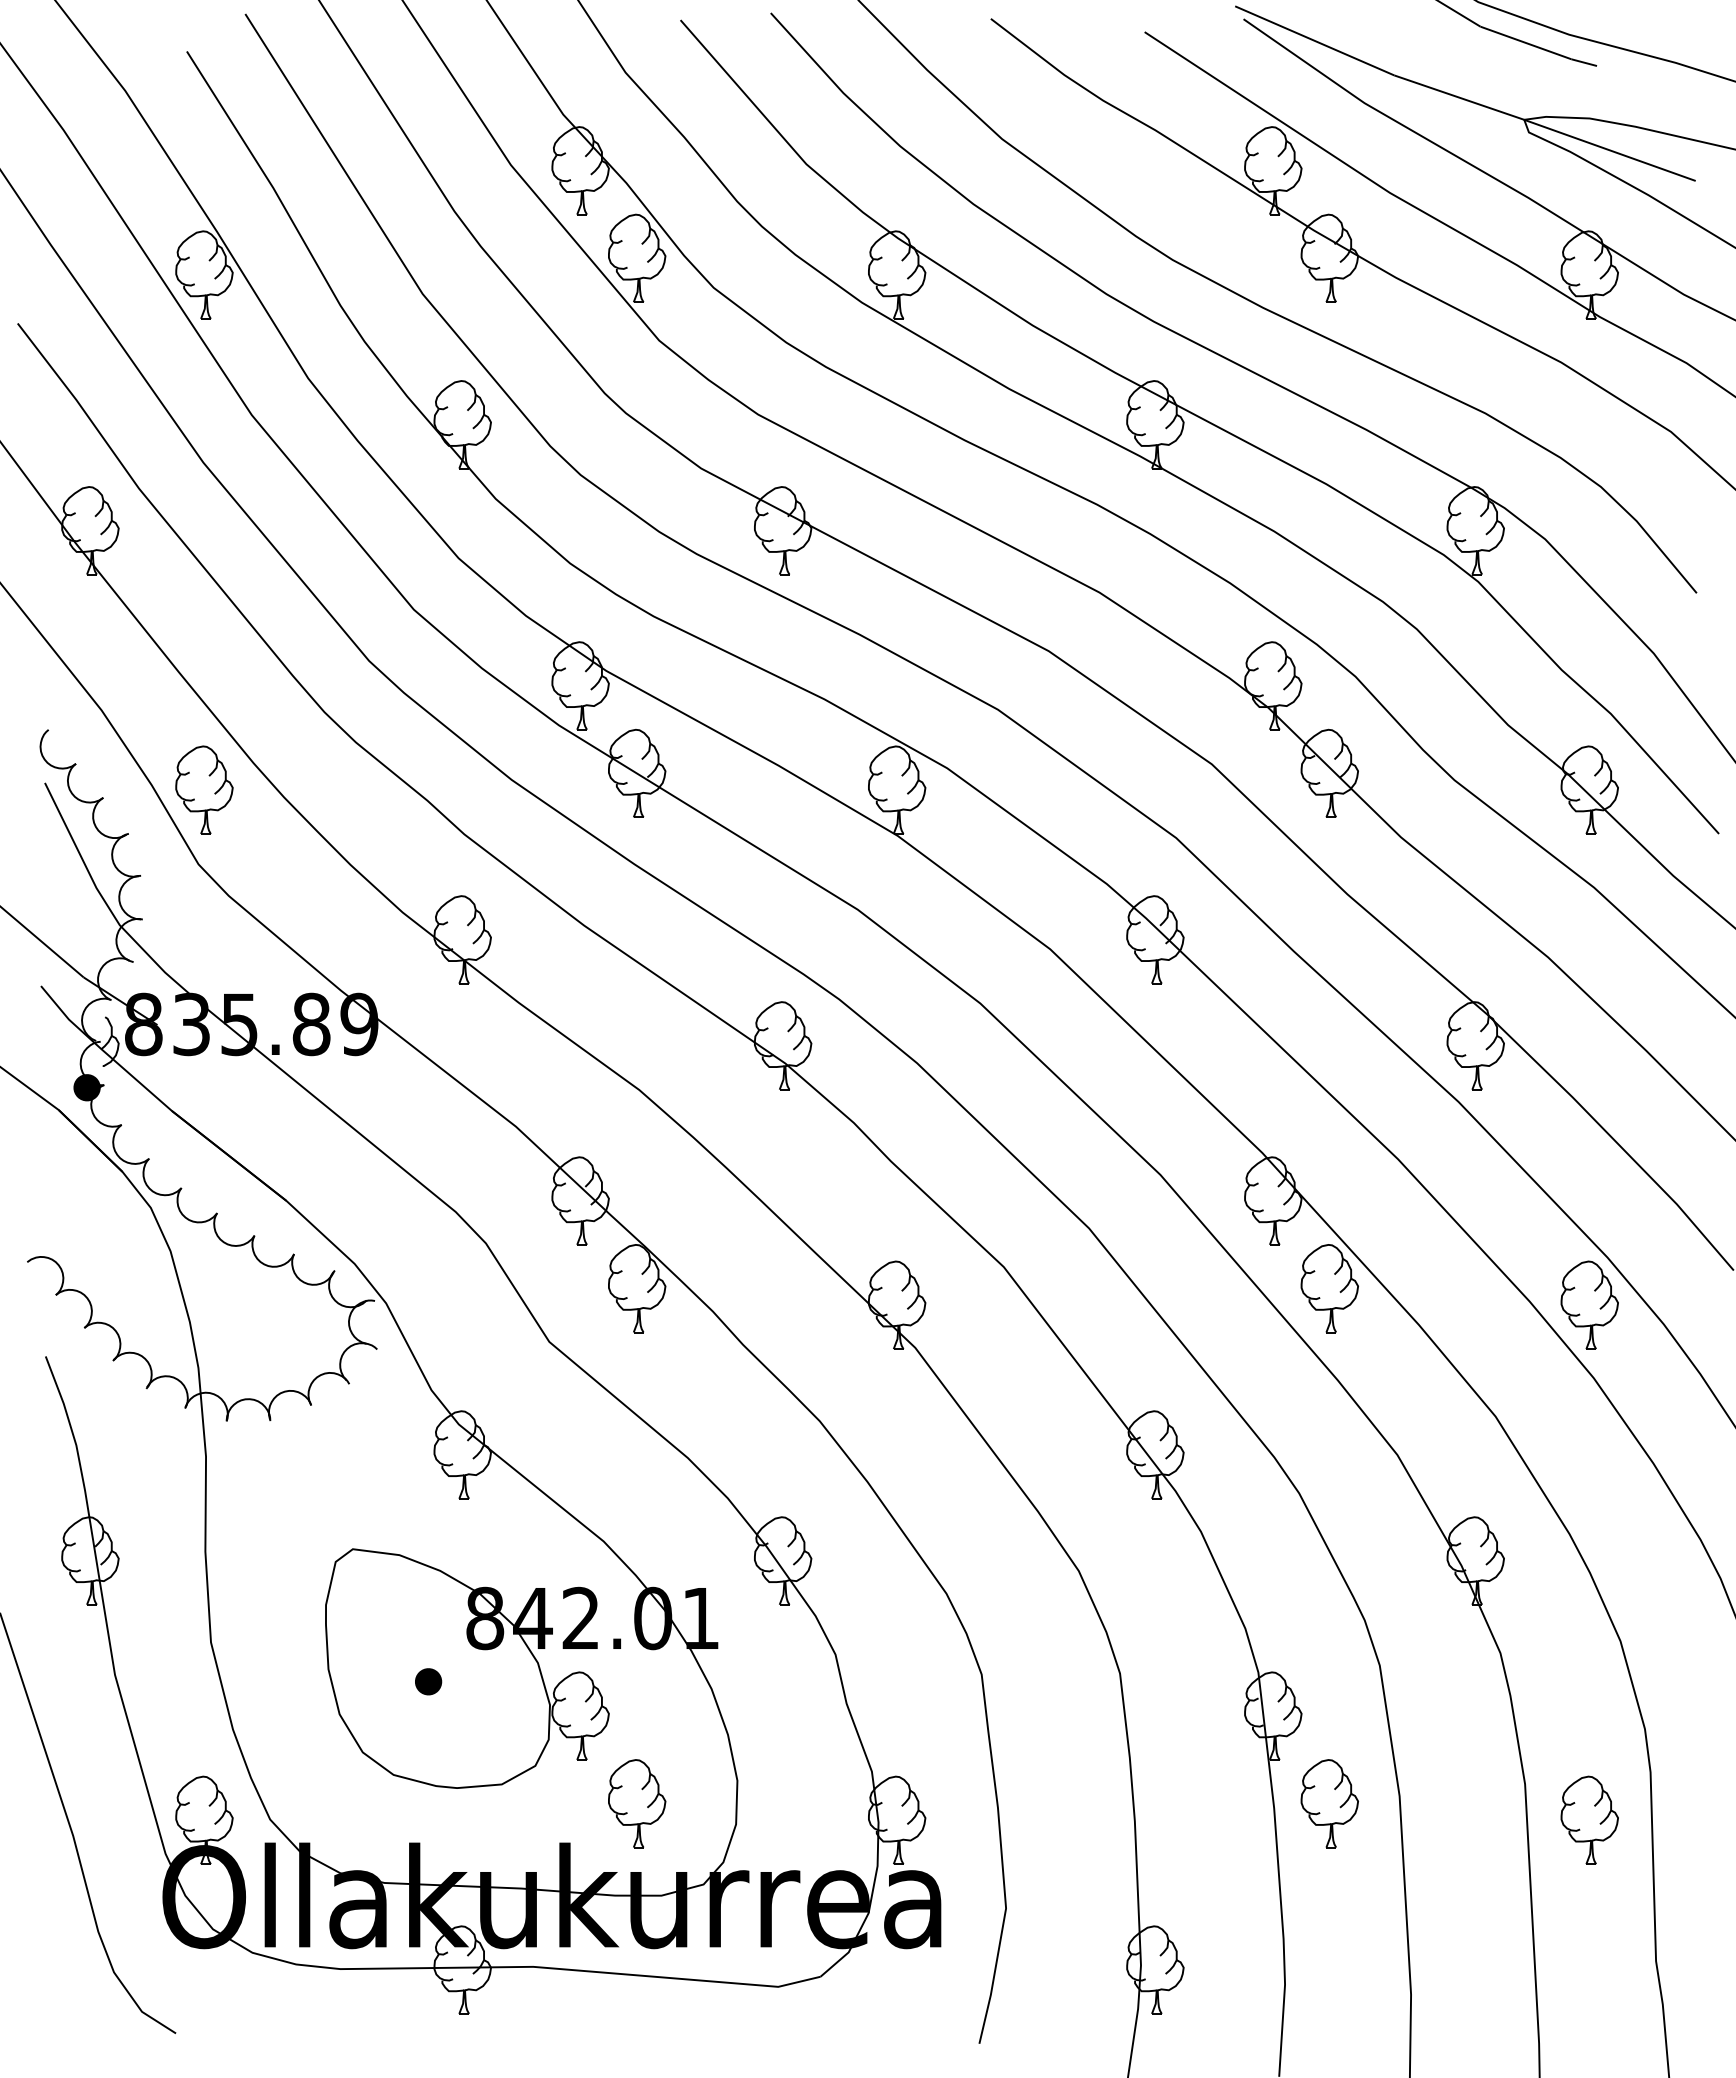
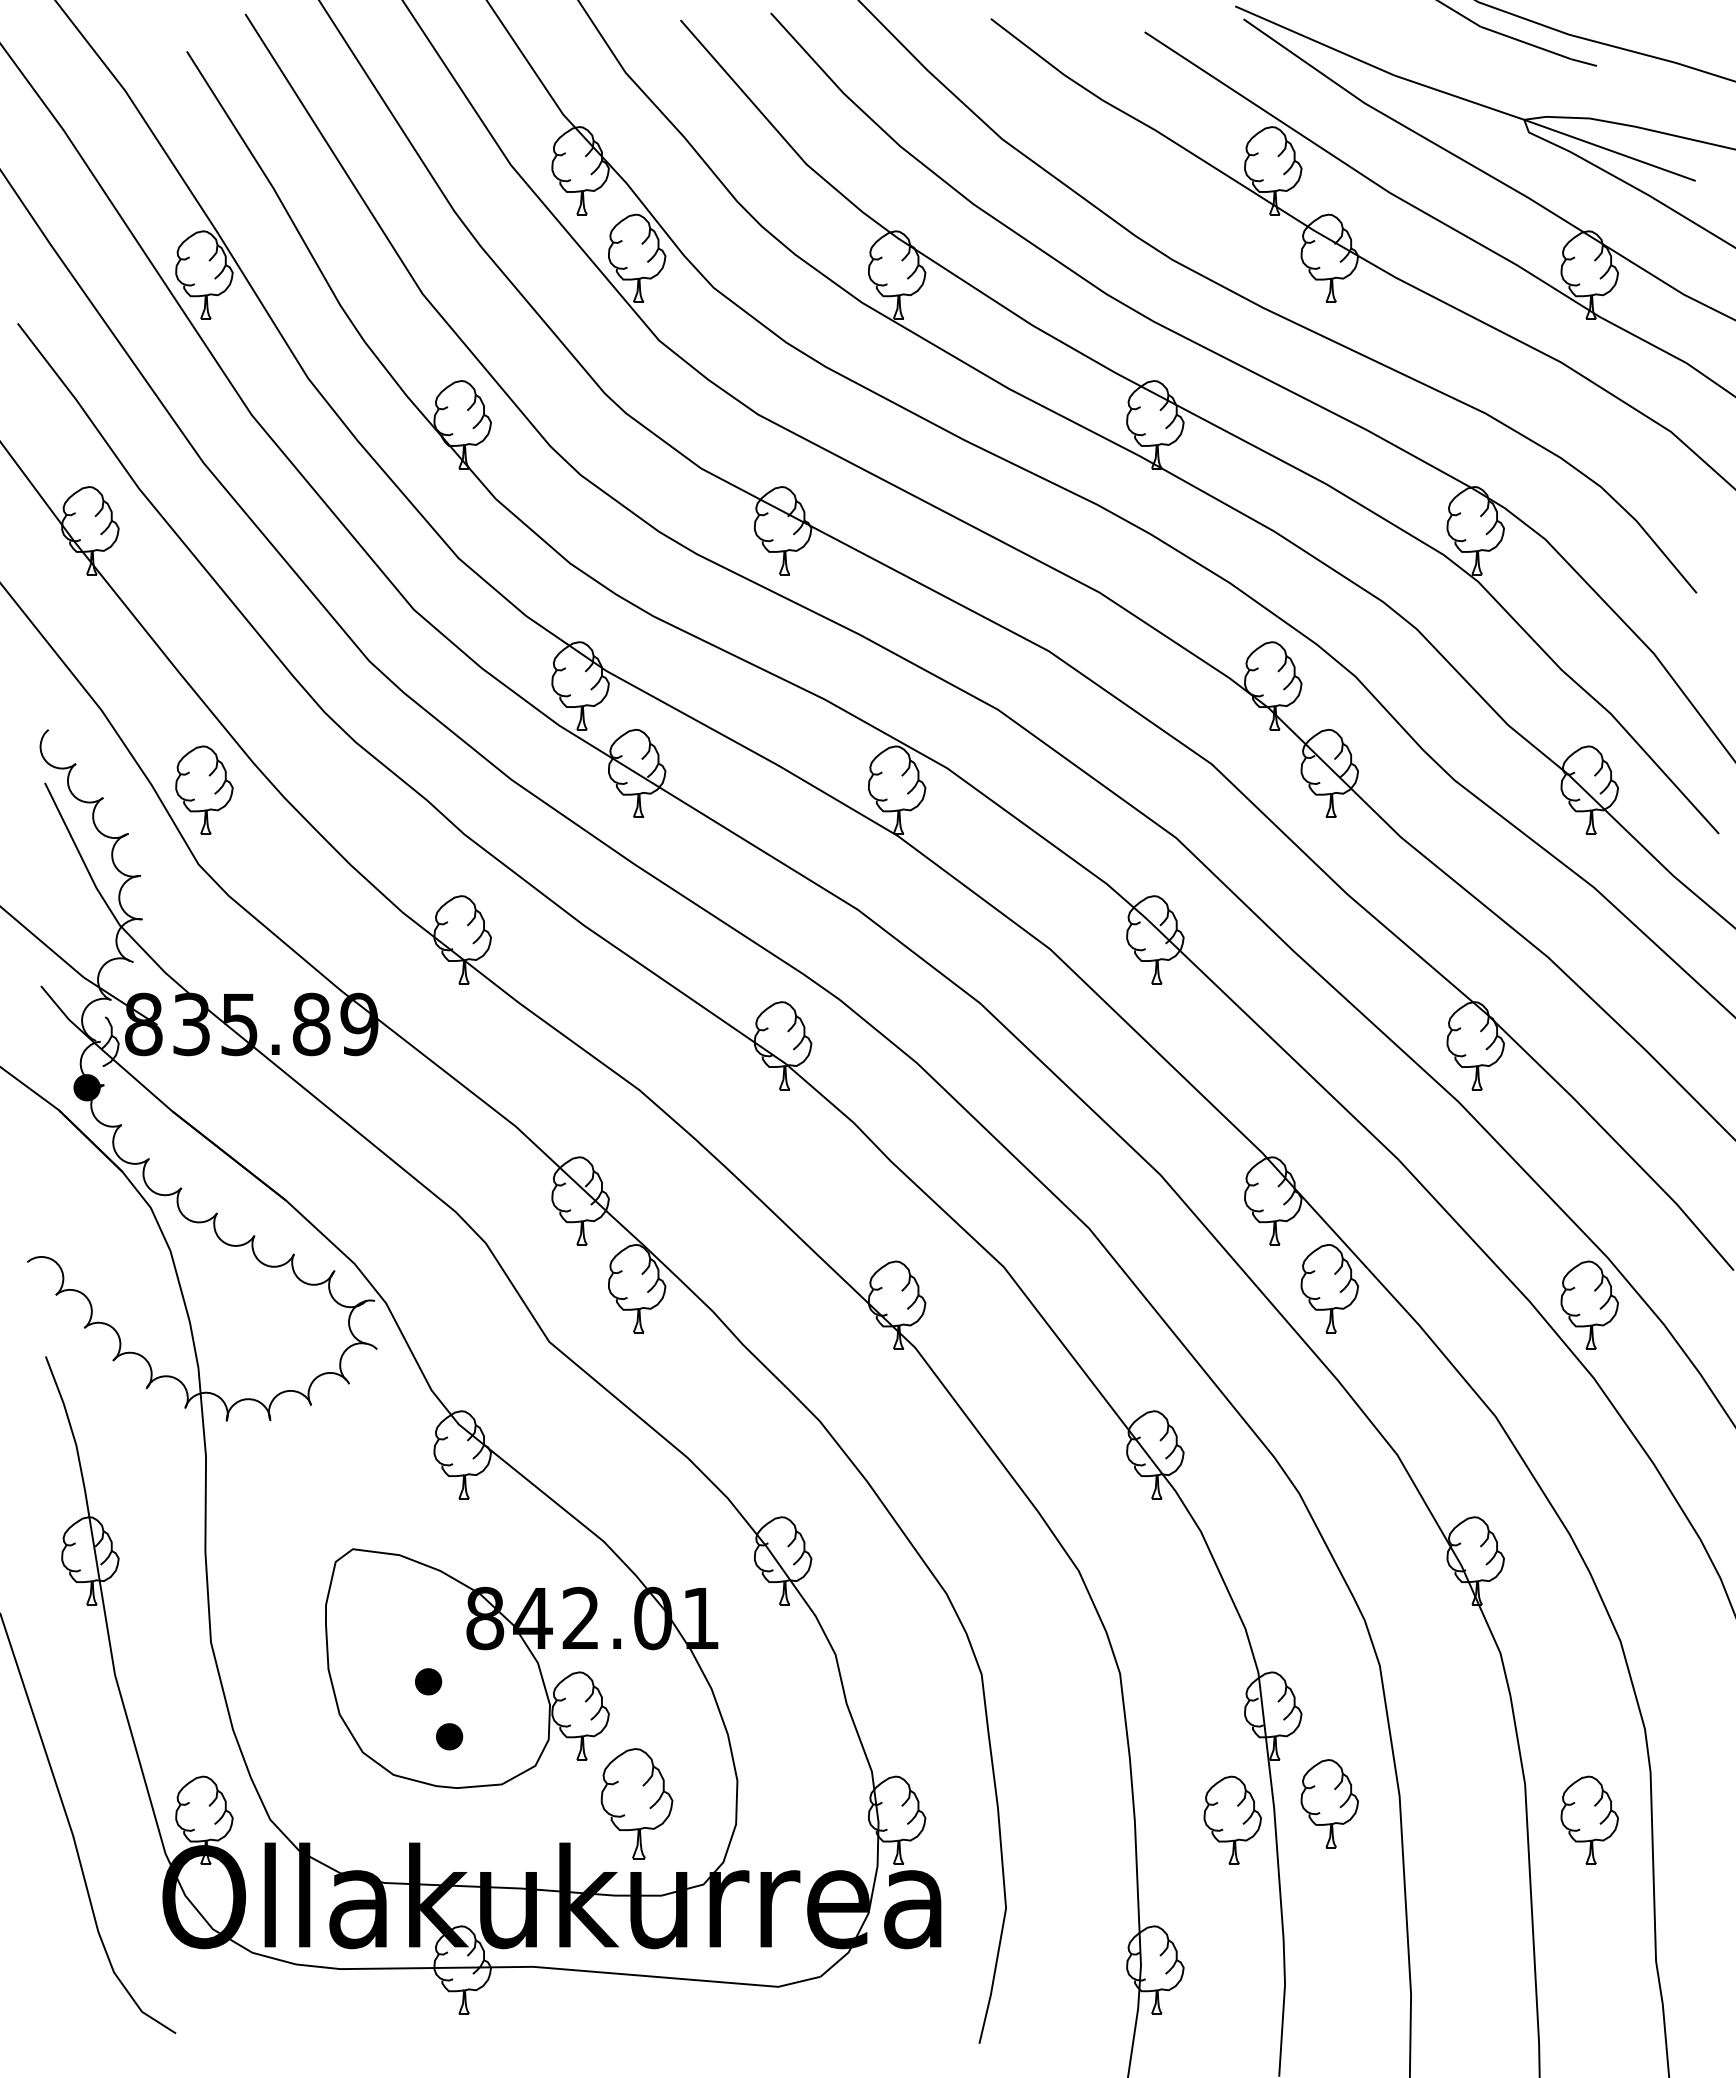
part at (449, 1736): none -> present
part at (637, 1803) size: 59x90 px -> 74x112 px
part at (1232, 1819): none -> present
